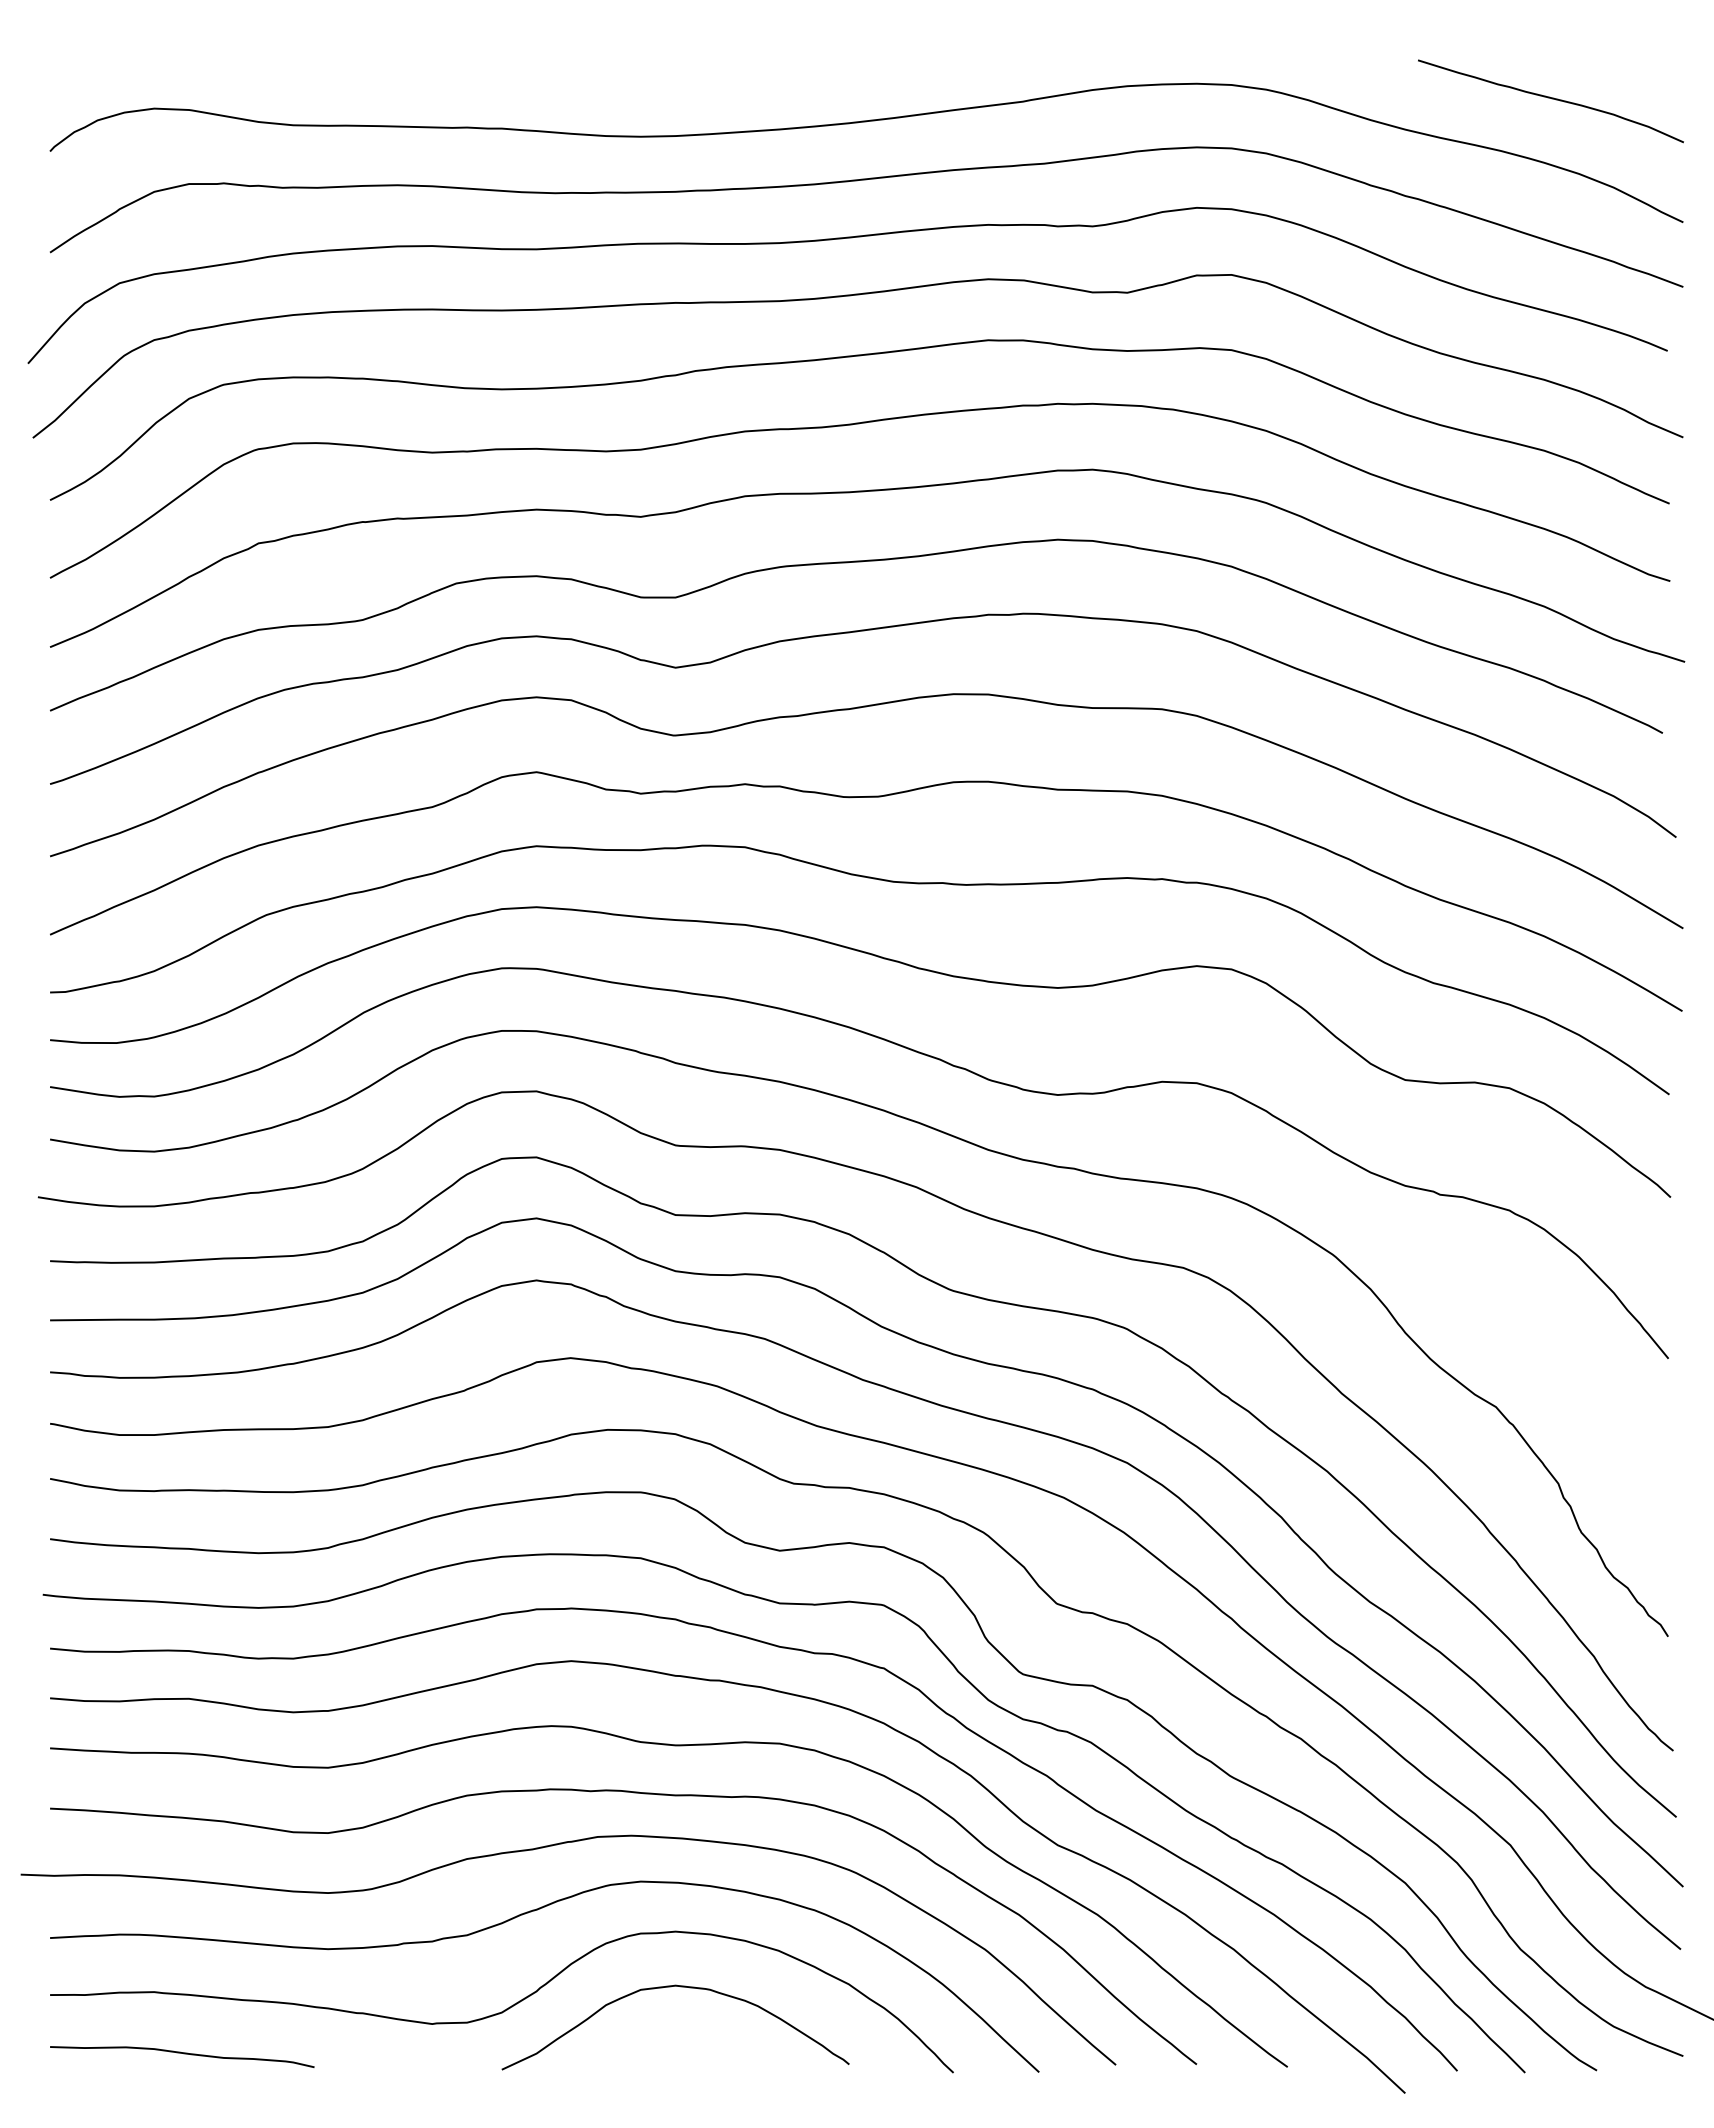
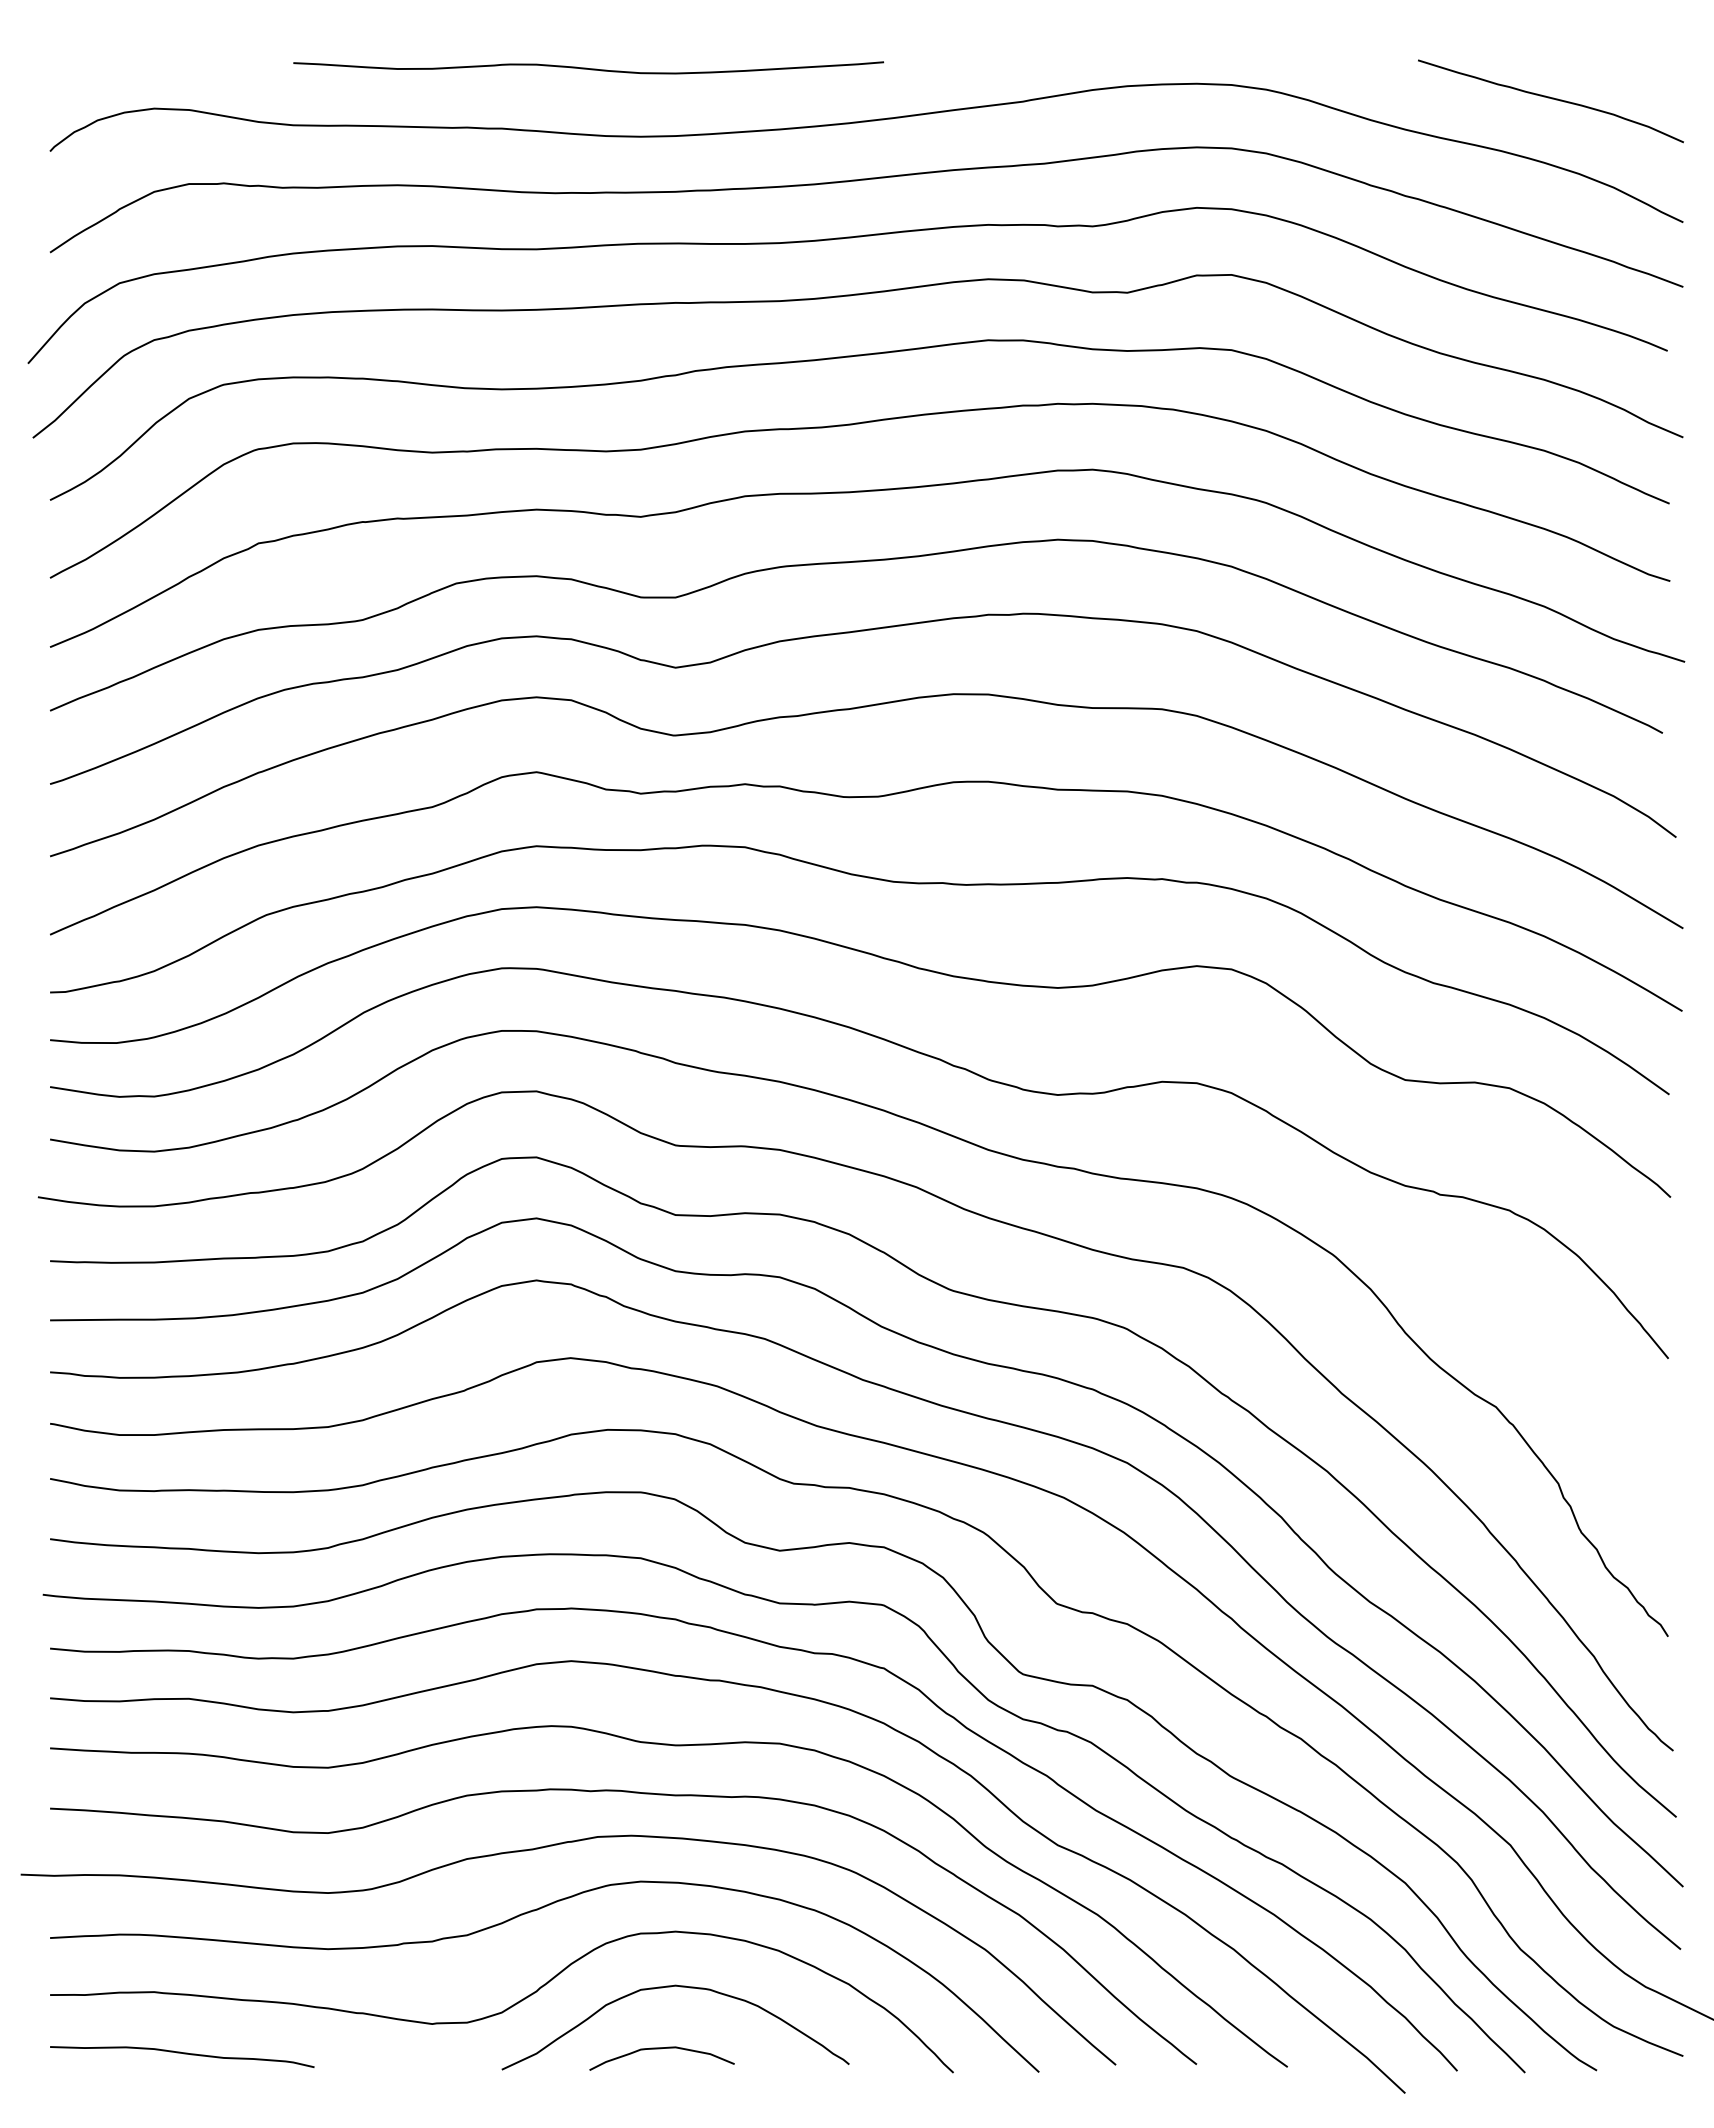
curve at (588, 68): none -> present
curve at (661, 2049): none -> present
